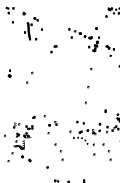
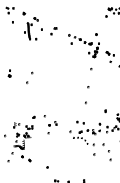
part at (91, 41) position: (91, 41) -> (91, 47)
part at (53, 49) position: (53, 49) -> (53, 31)
part at (58, 152): present -> none
